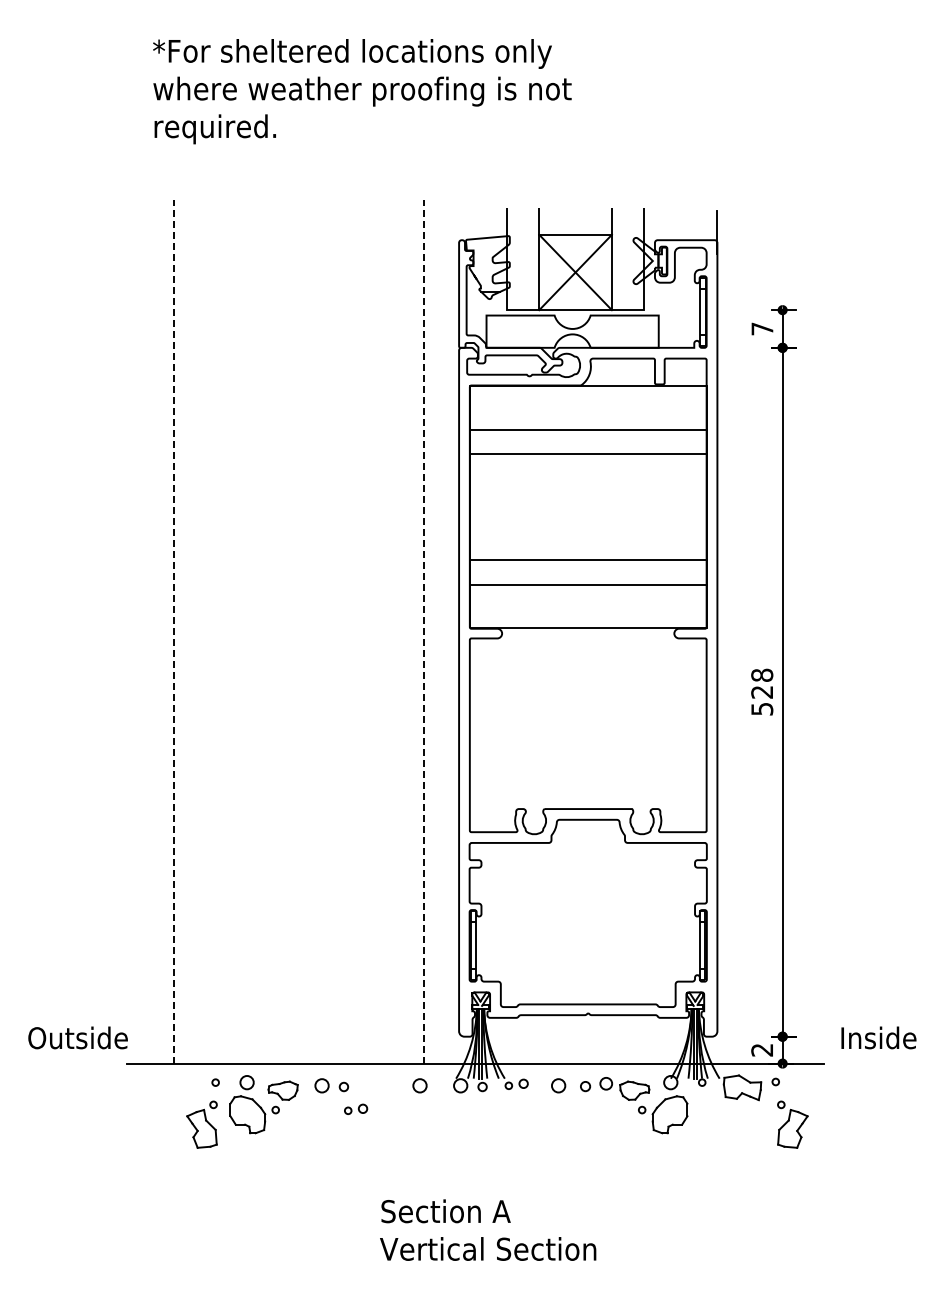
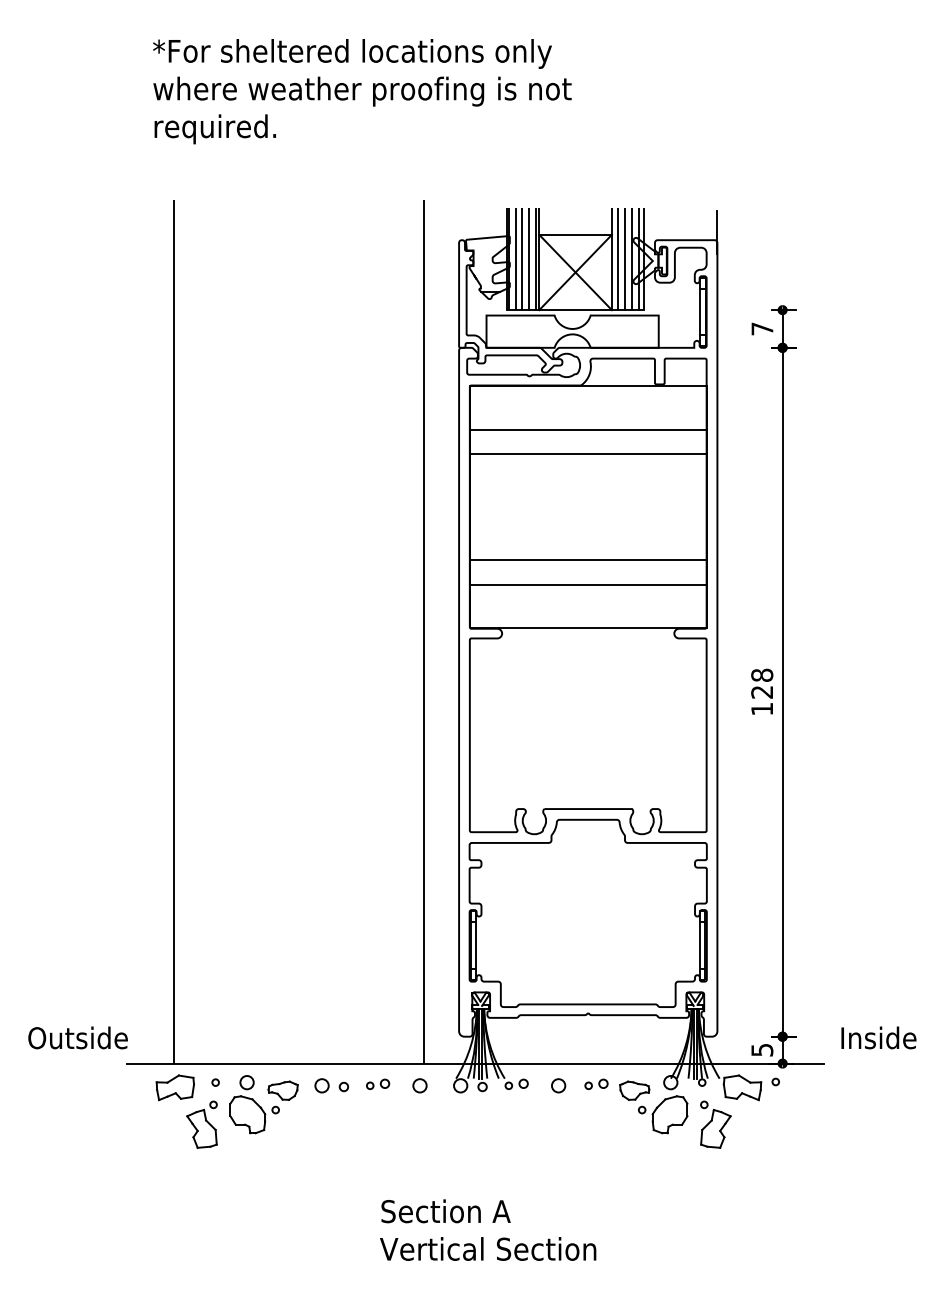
hatch at (522, 258): none -> present
hatch at (628, 258): none -> present
line at (173, 631): dashed -> solid
line at (424, 631): dashed -> solid
text at (762, 709): 528 -> 128
text at (762, 1050): 2 -> 5
part at (596, 1084) size: 33x16 px -> 25x12 px
part at (174, 1087): none -> present
part at (356, 1108) position: (356, 1108) -> (378, 1083)
part at (792, 1124) position: (792, 1124) -> (715, 1124)
